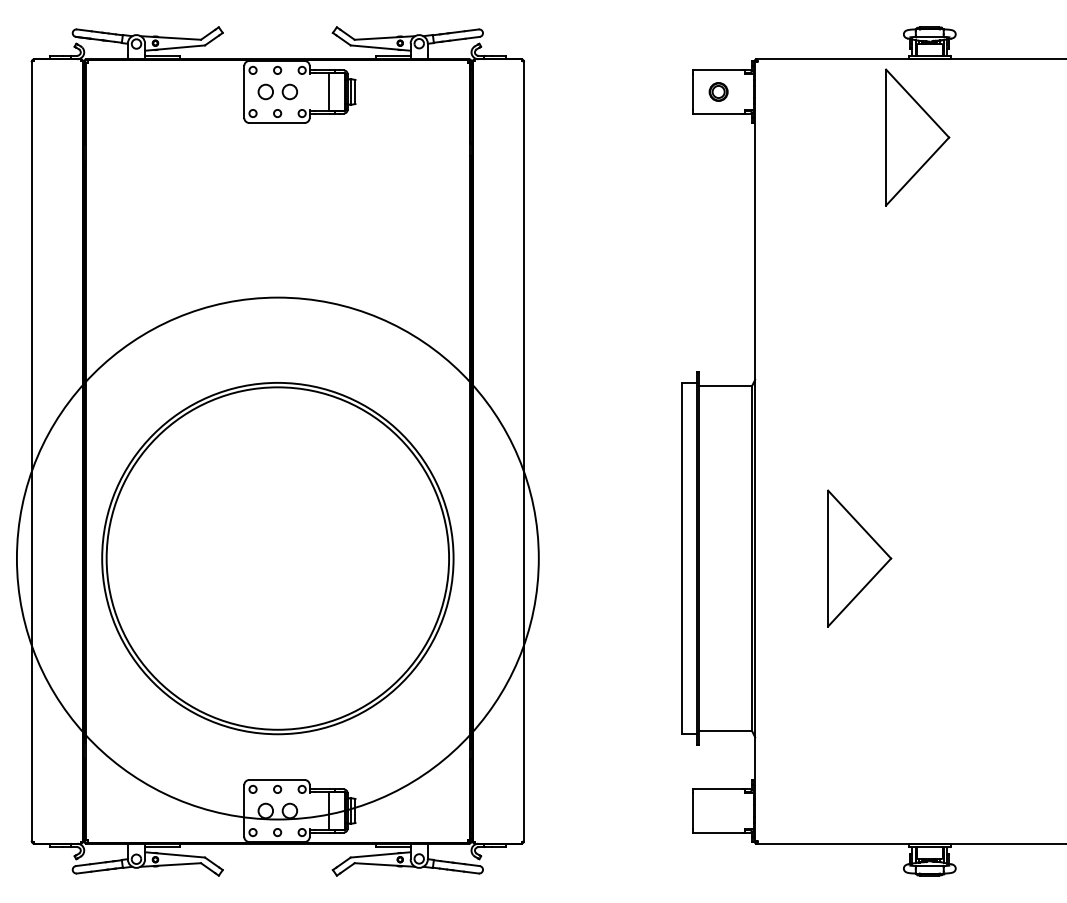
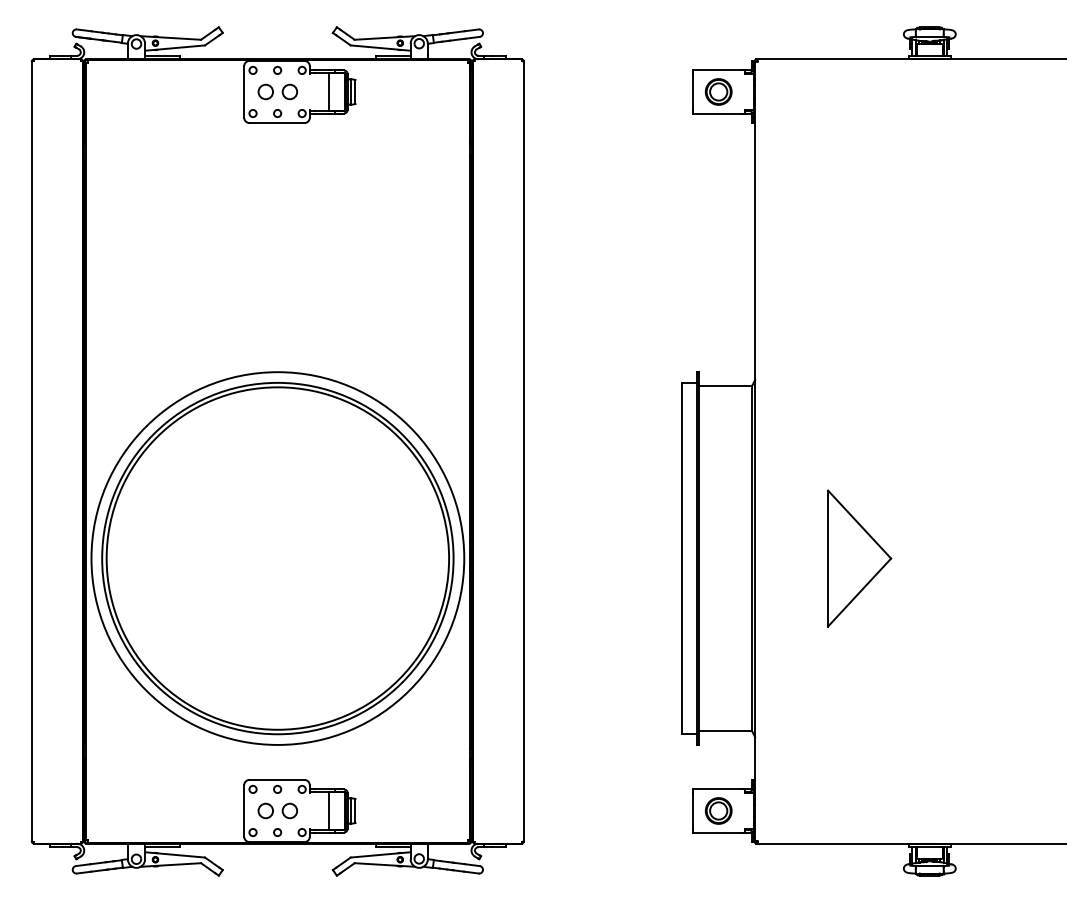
part at (718, 91) size: 21x20 px -> 29x28 px
part at (917, 137): present -> none
circle at (277, 558) diameter: 522 px -> 373 px
part at (718, 810): none -> present
